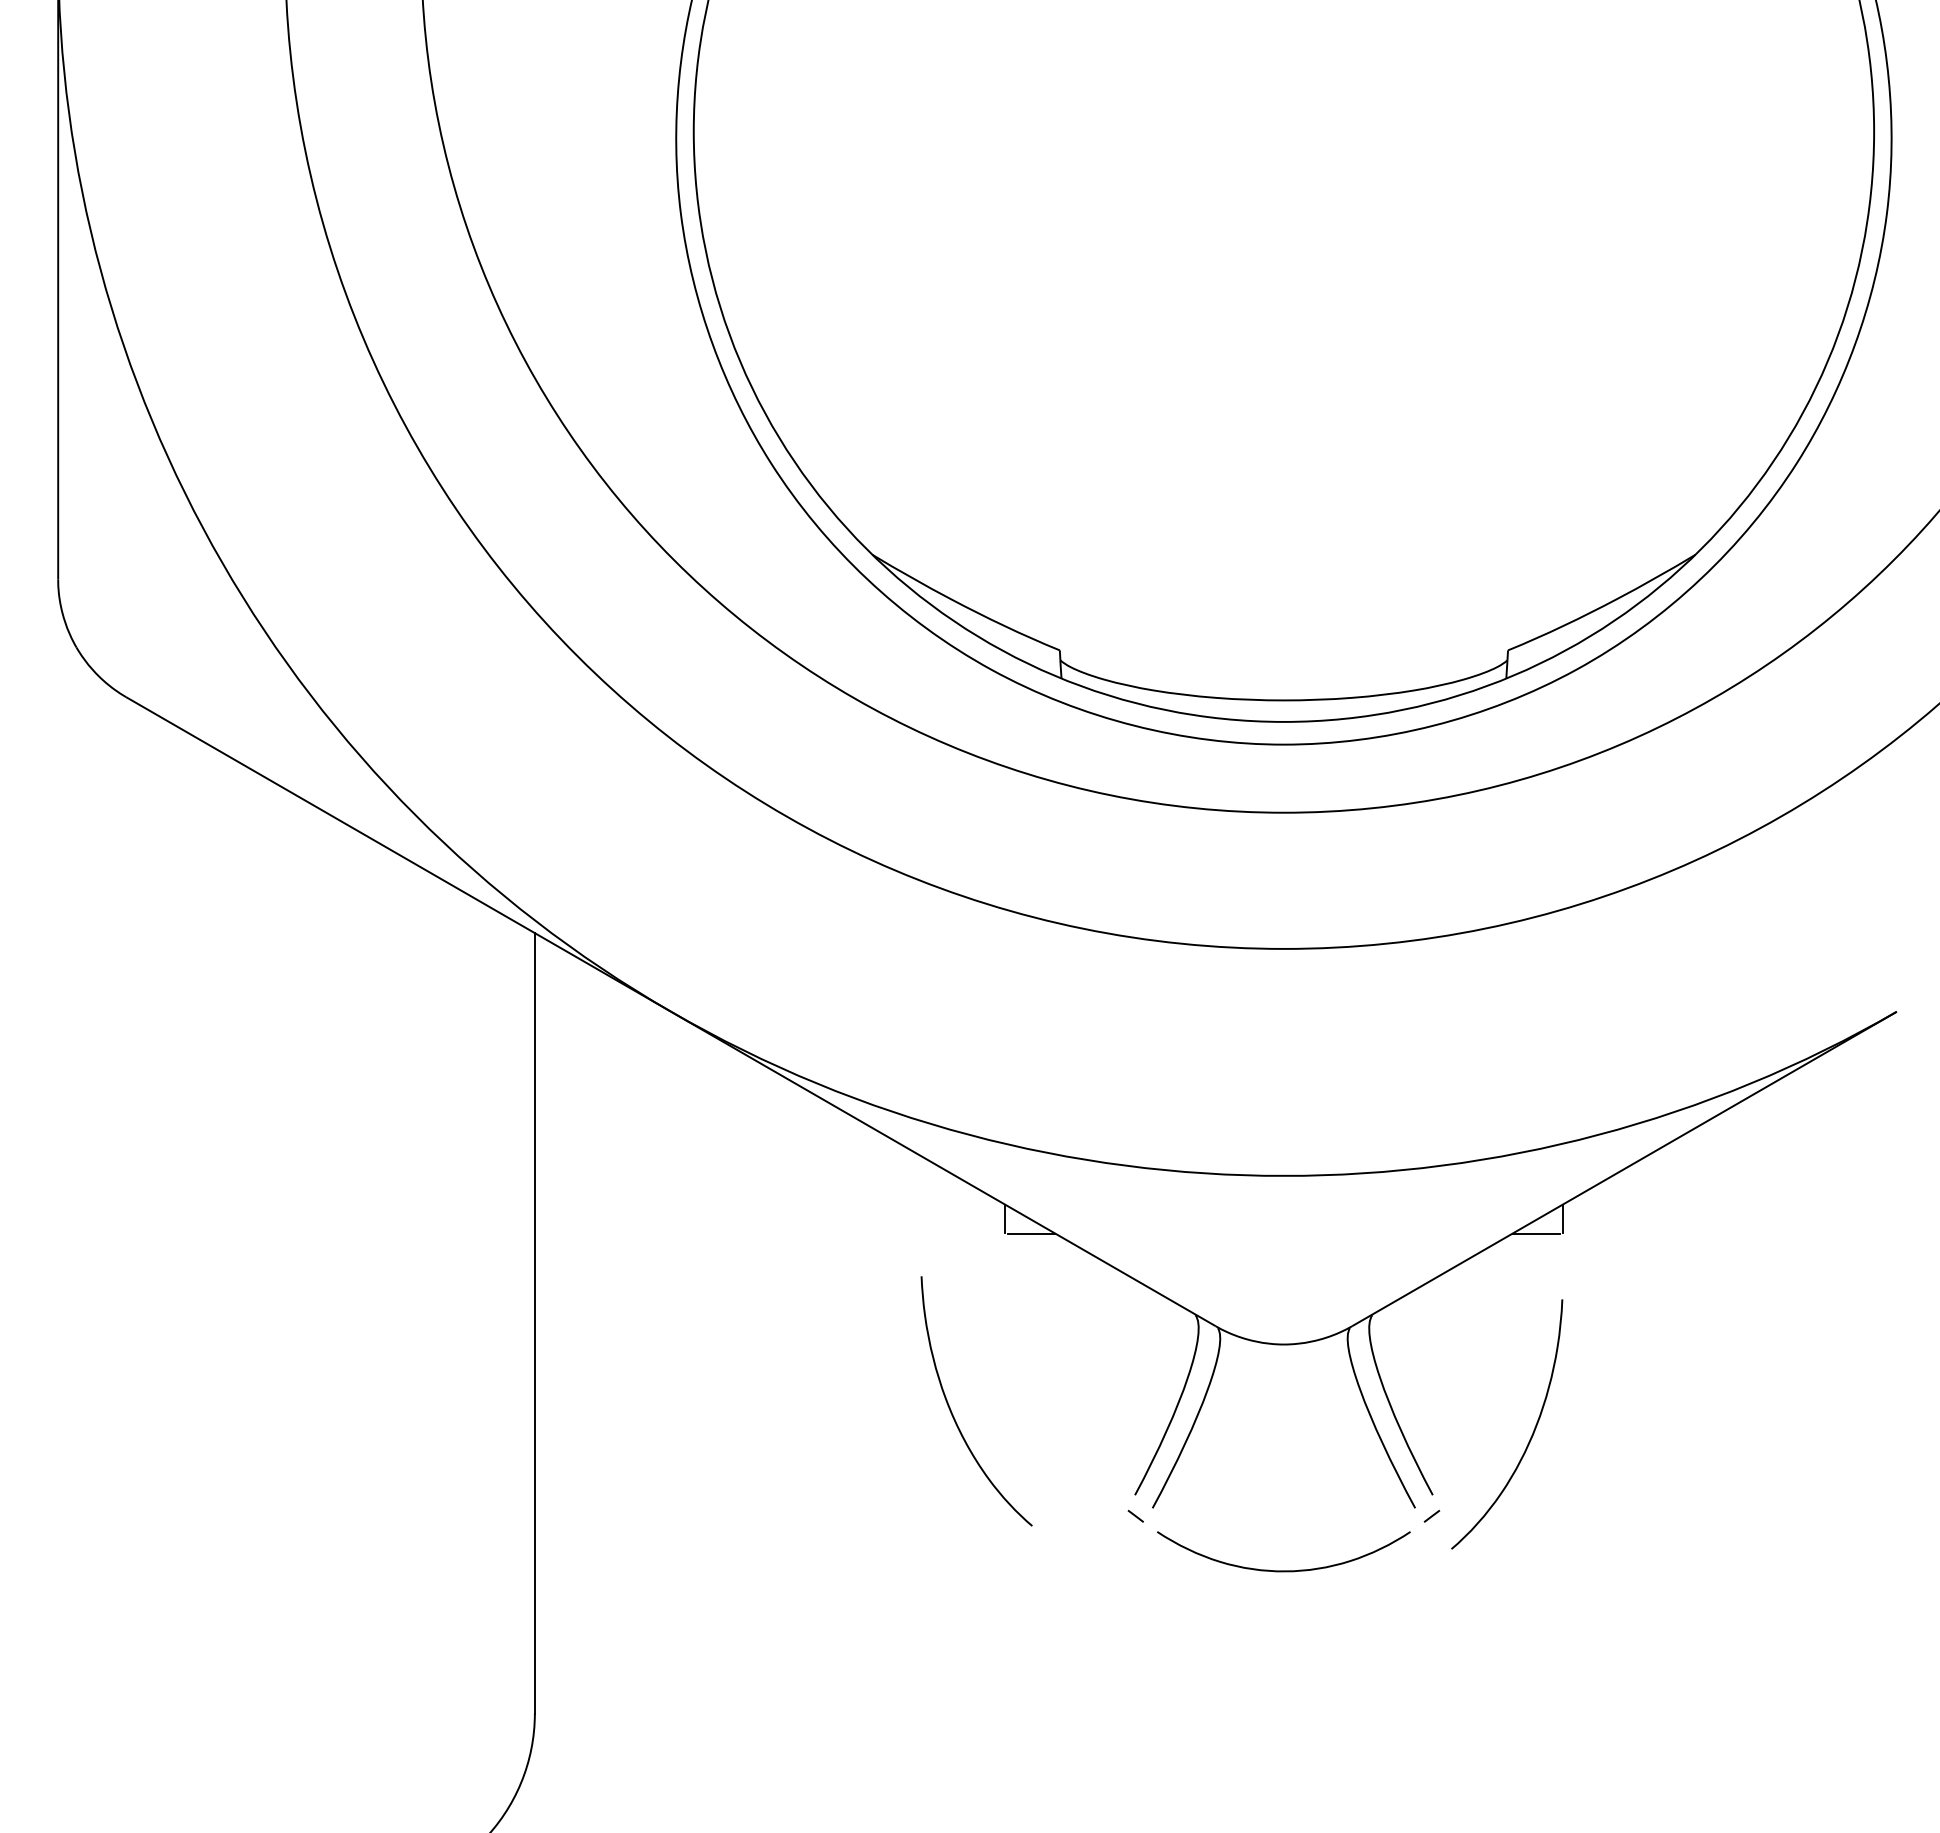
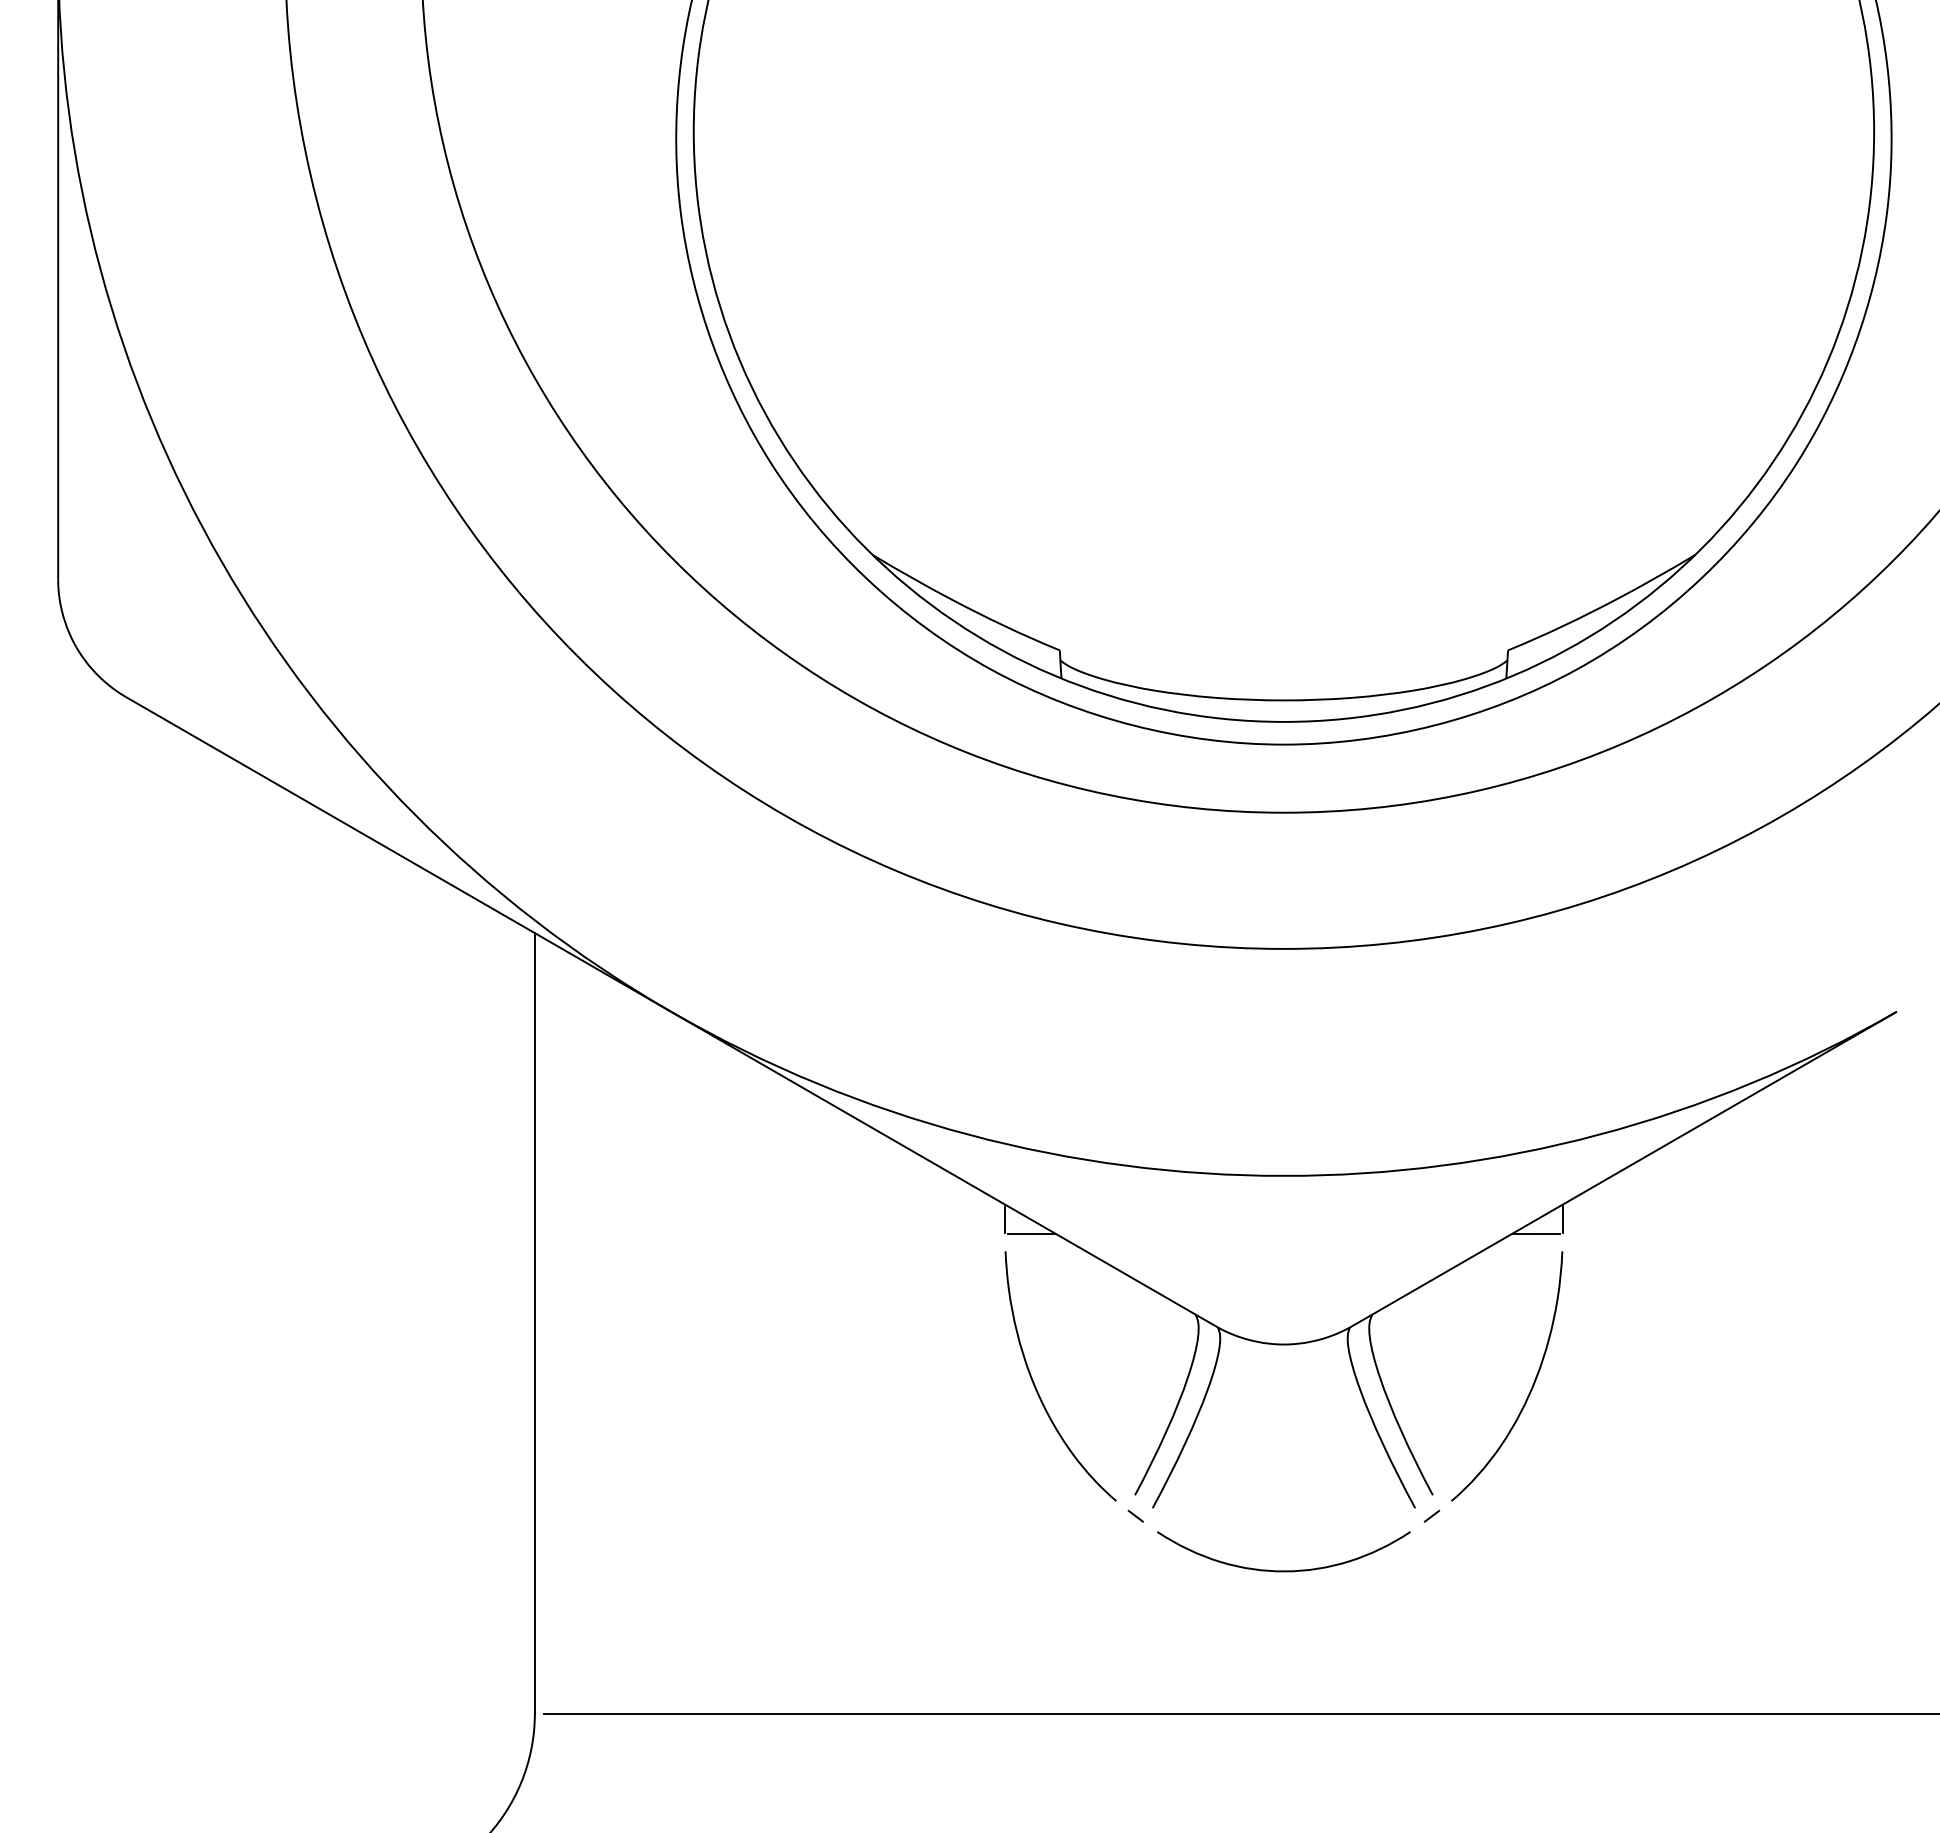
curve at (951, 1409) position: (951, 1409) -> (1035, 1384)
curve at (1532, 1432) position: (1532, 1432) -> (1532, 1384)
line at (1240, 1713): none -> present
